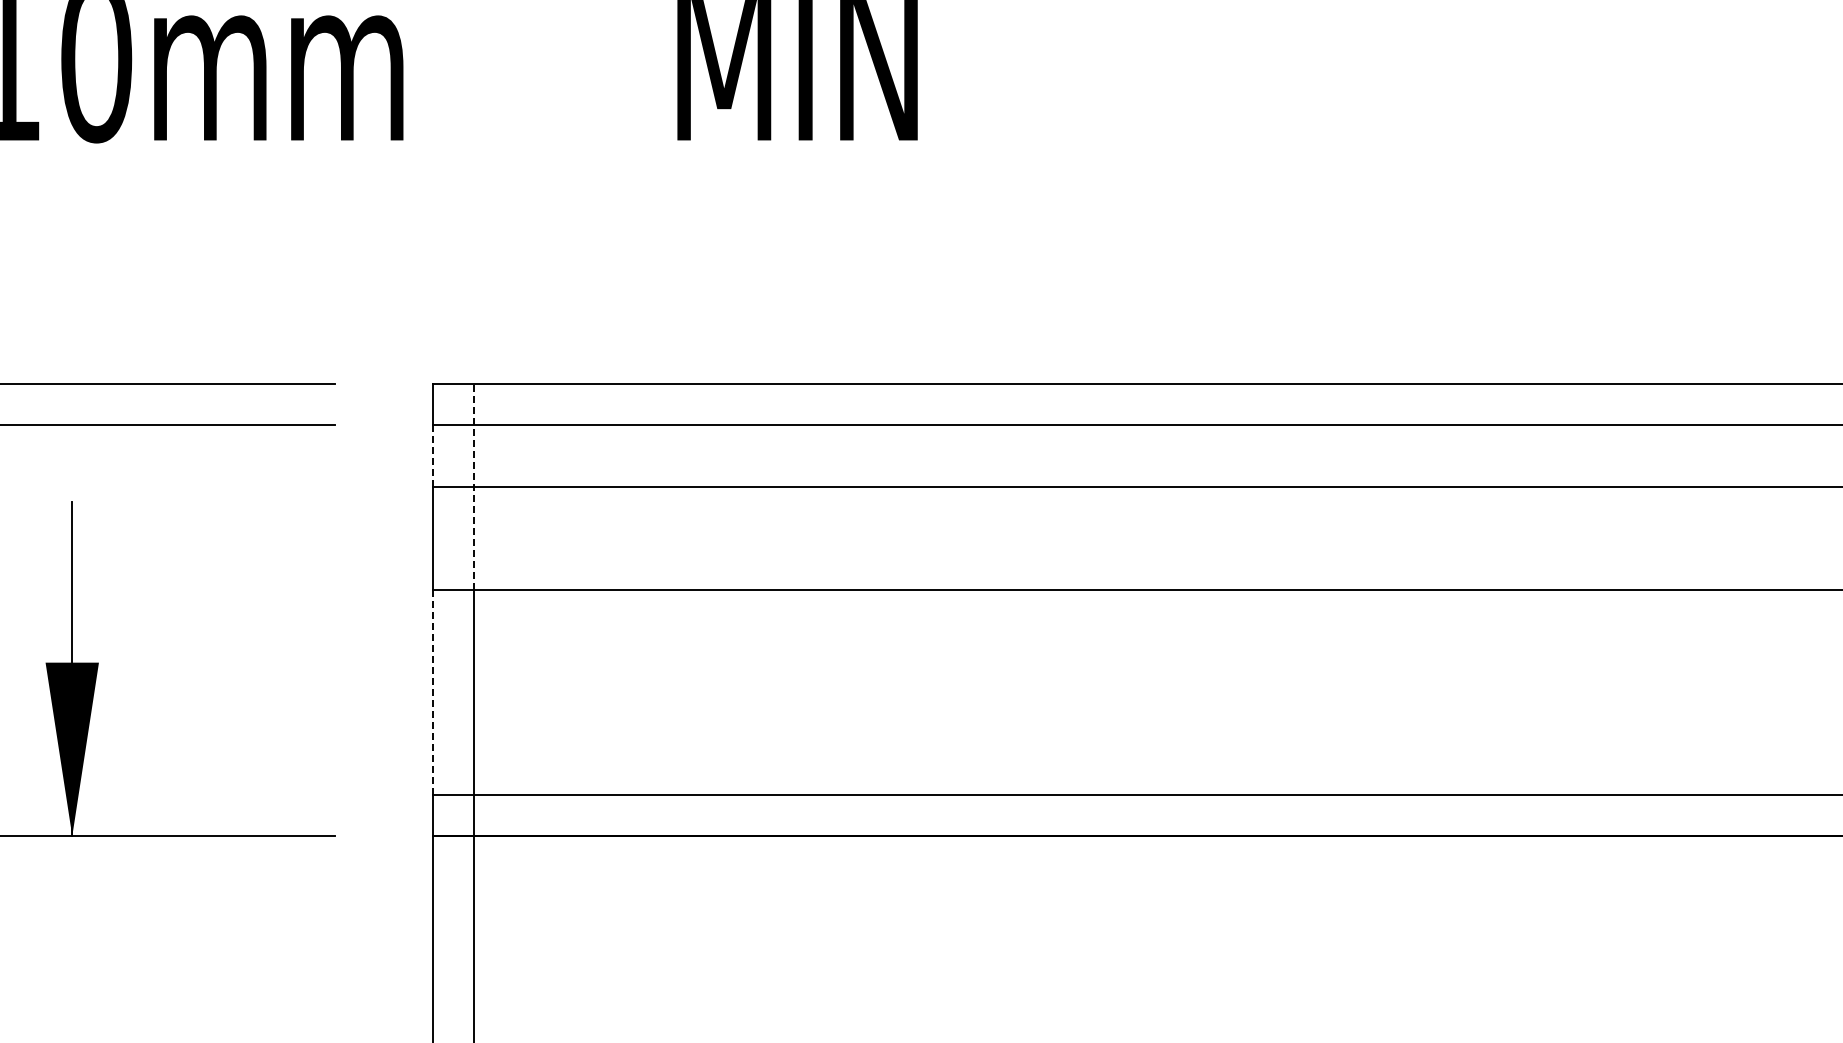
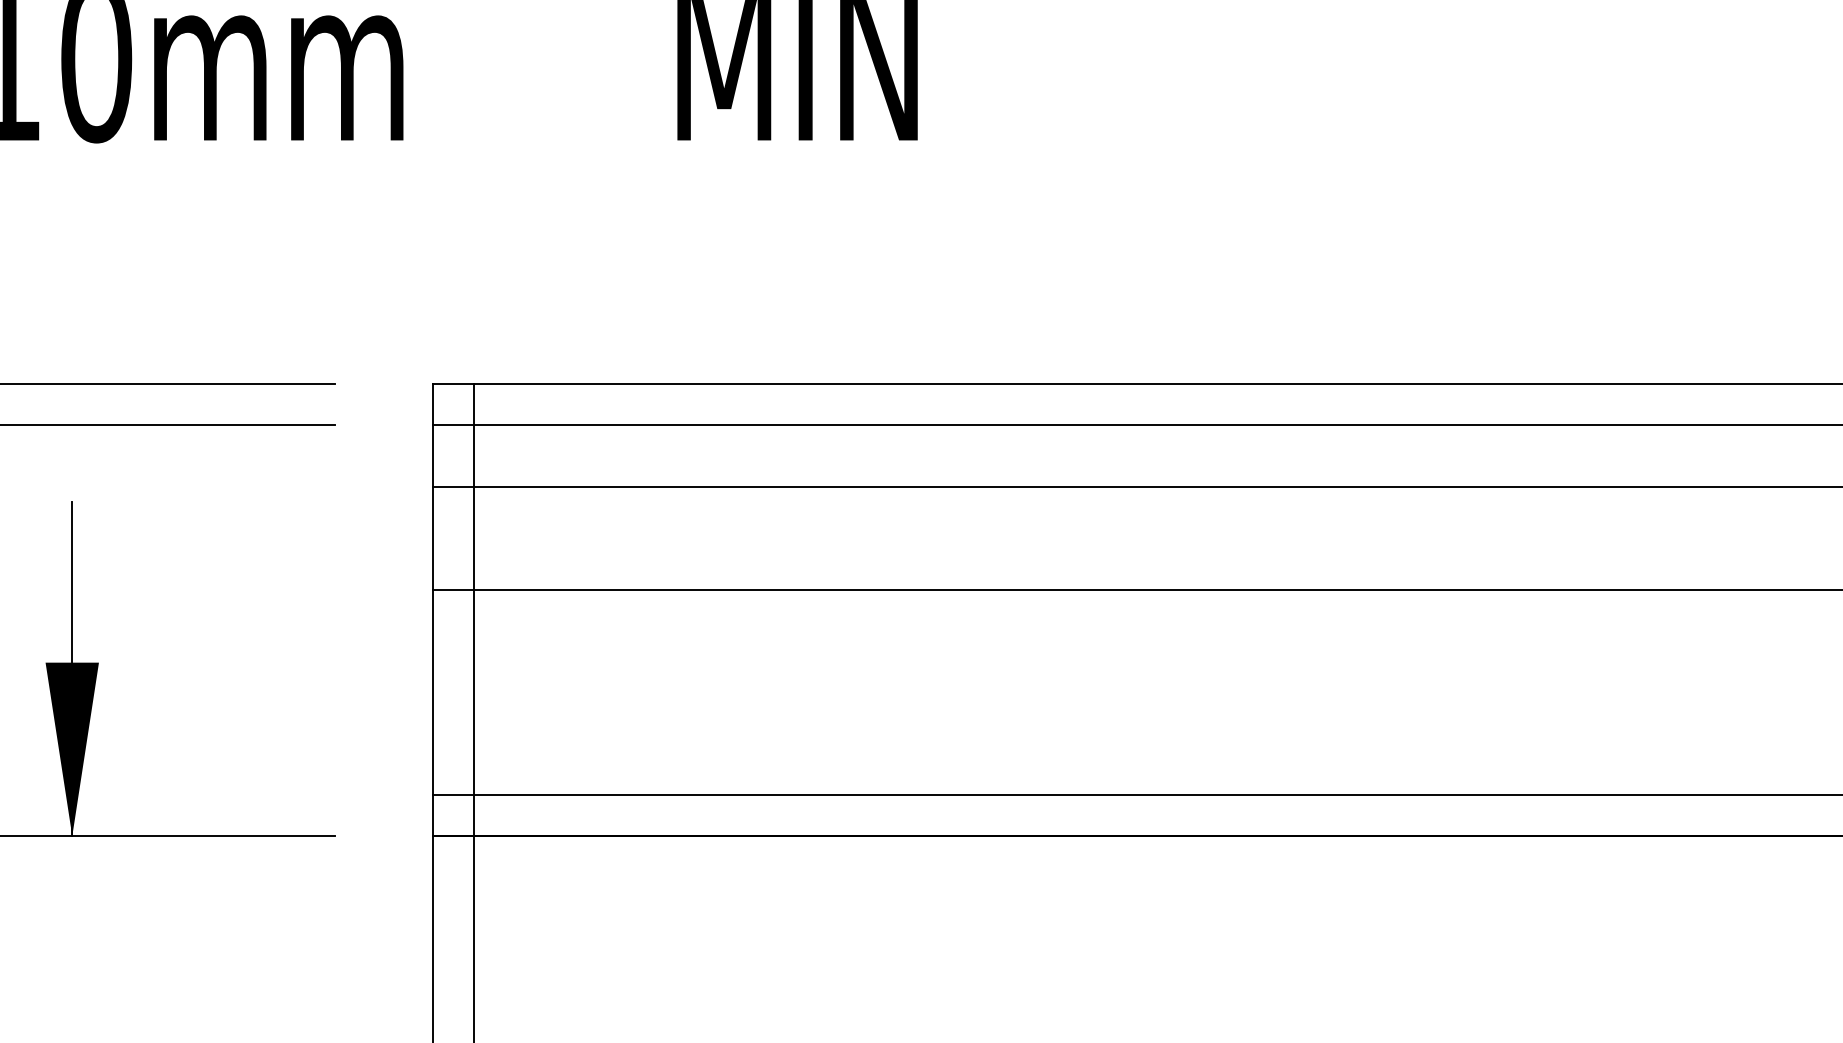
line at (432, 455): dashed -> solid
line at (474, 486): dashed -> solid
line at (432, 692): dashed -> solid
